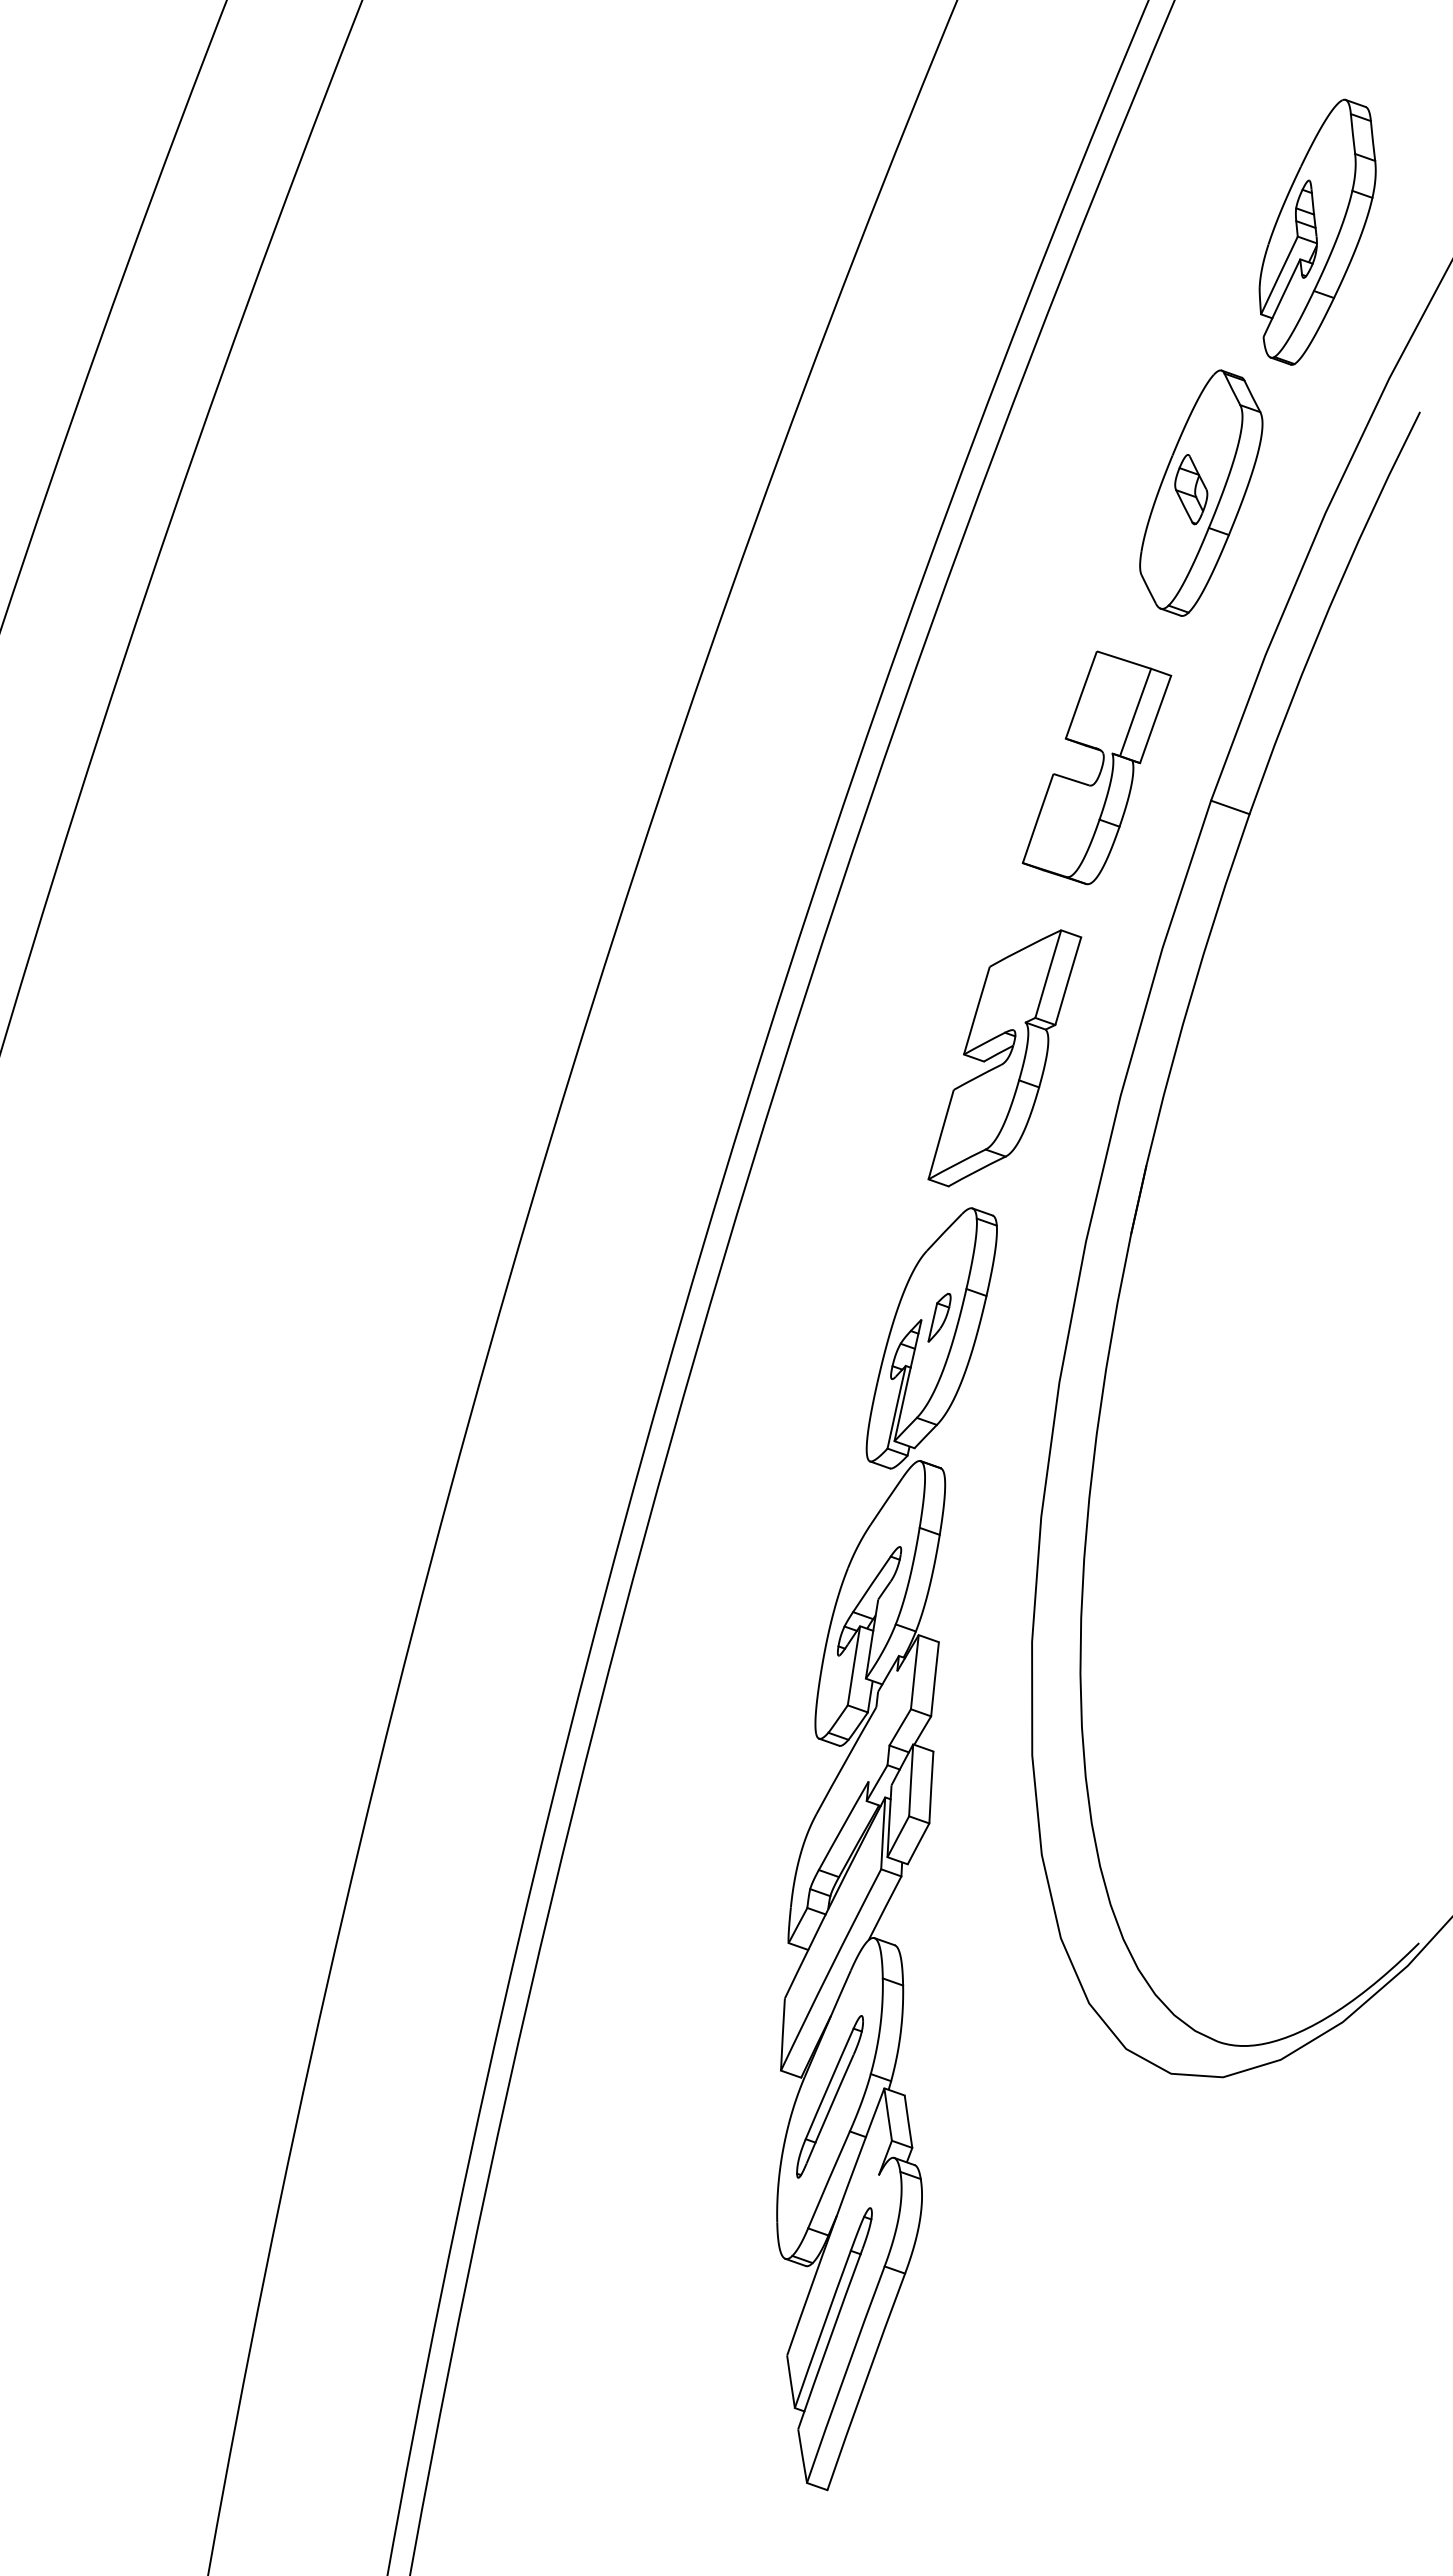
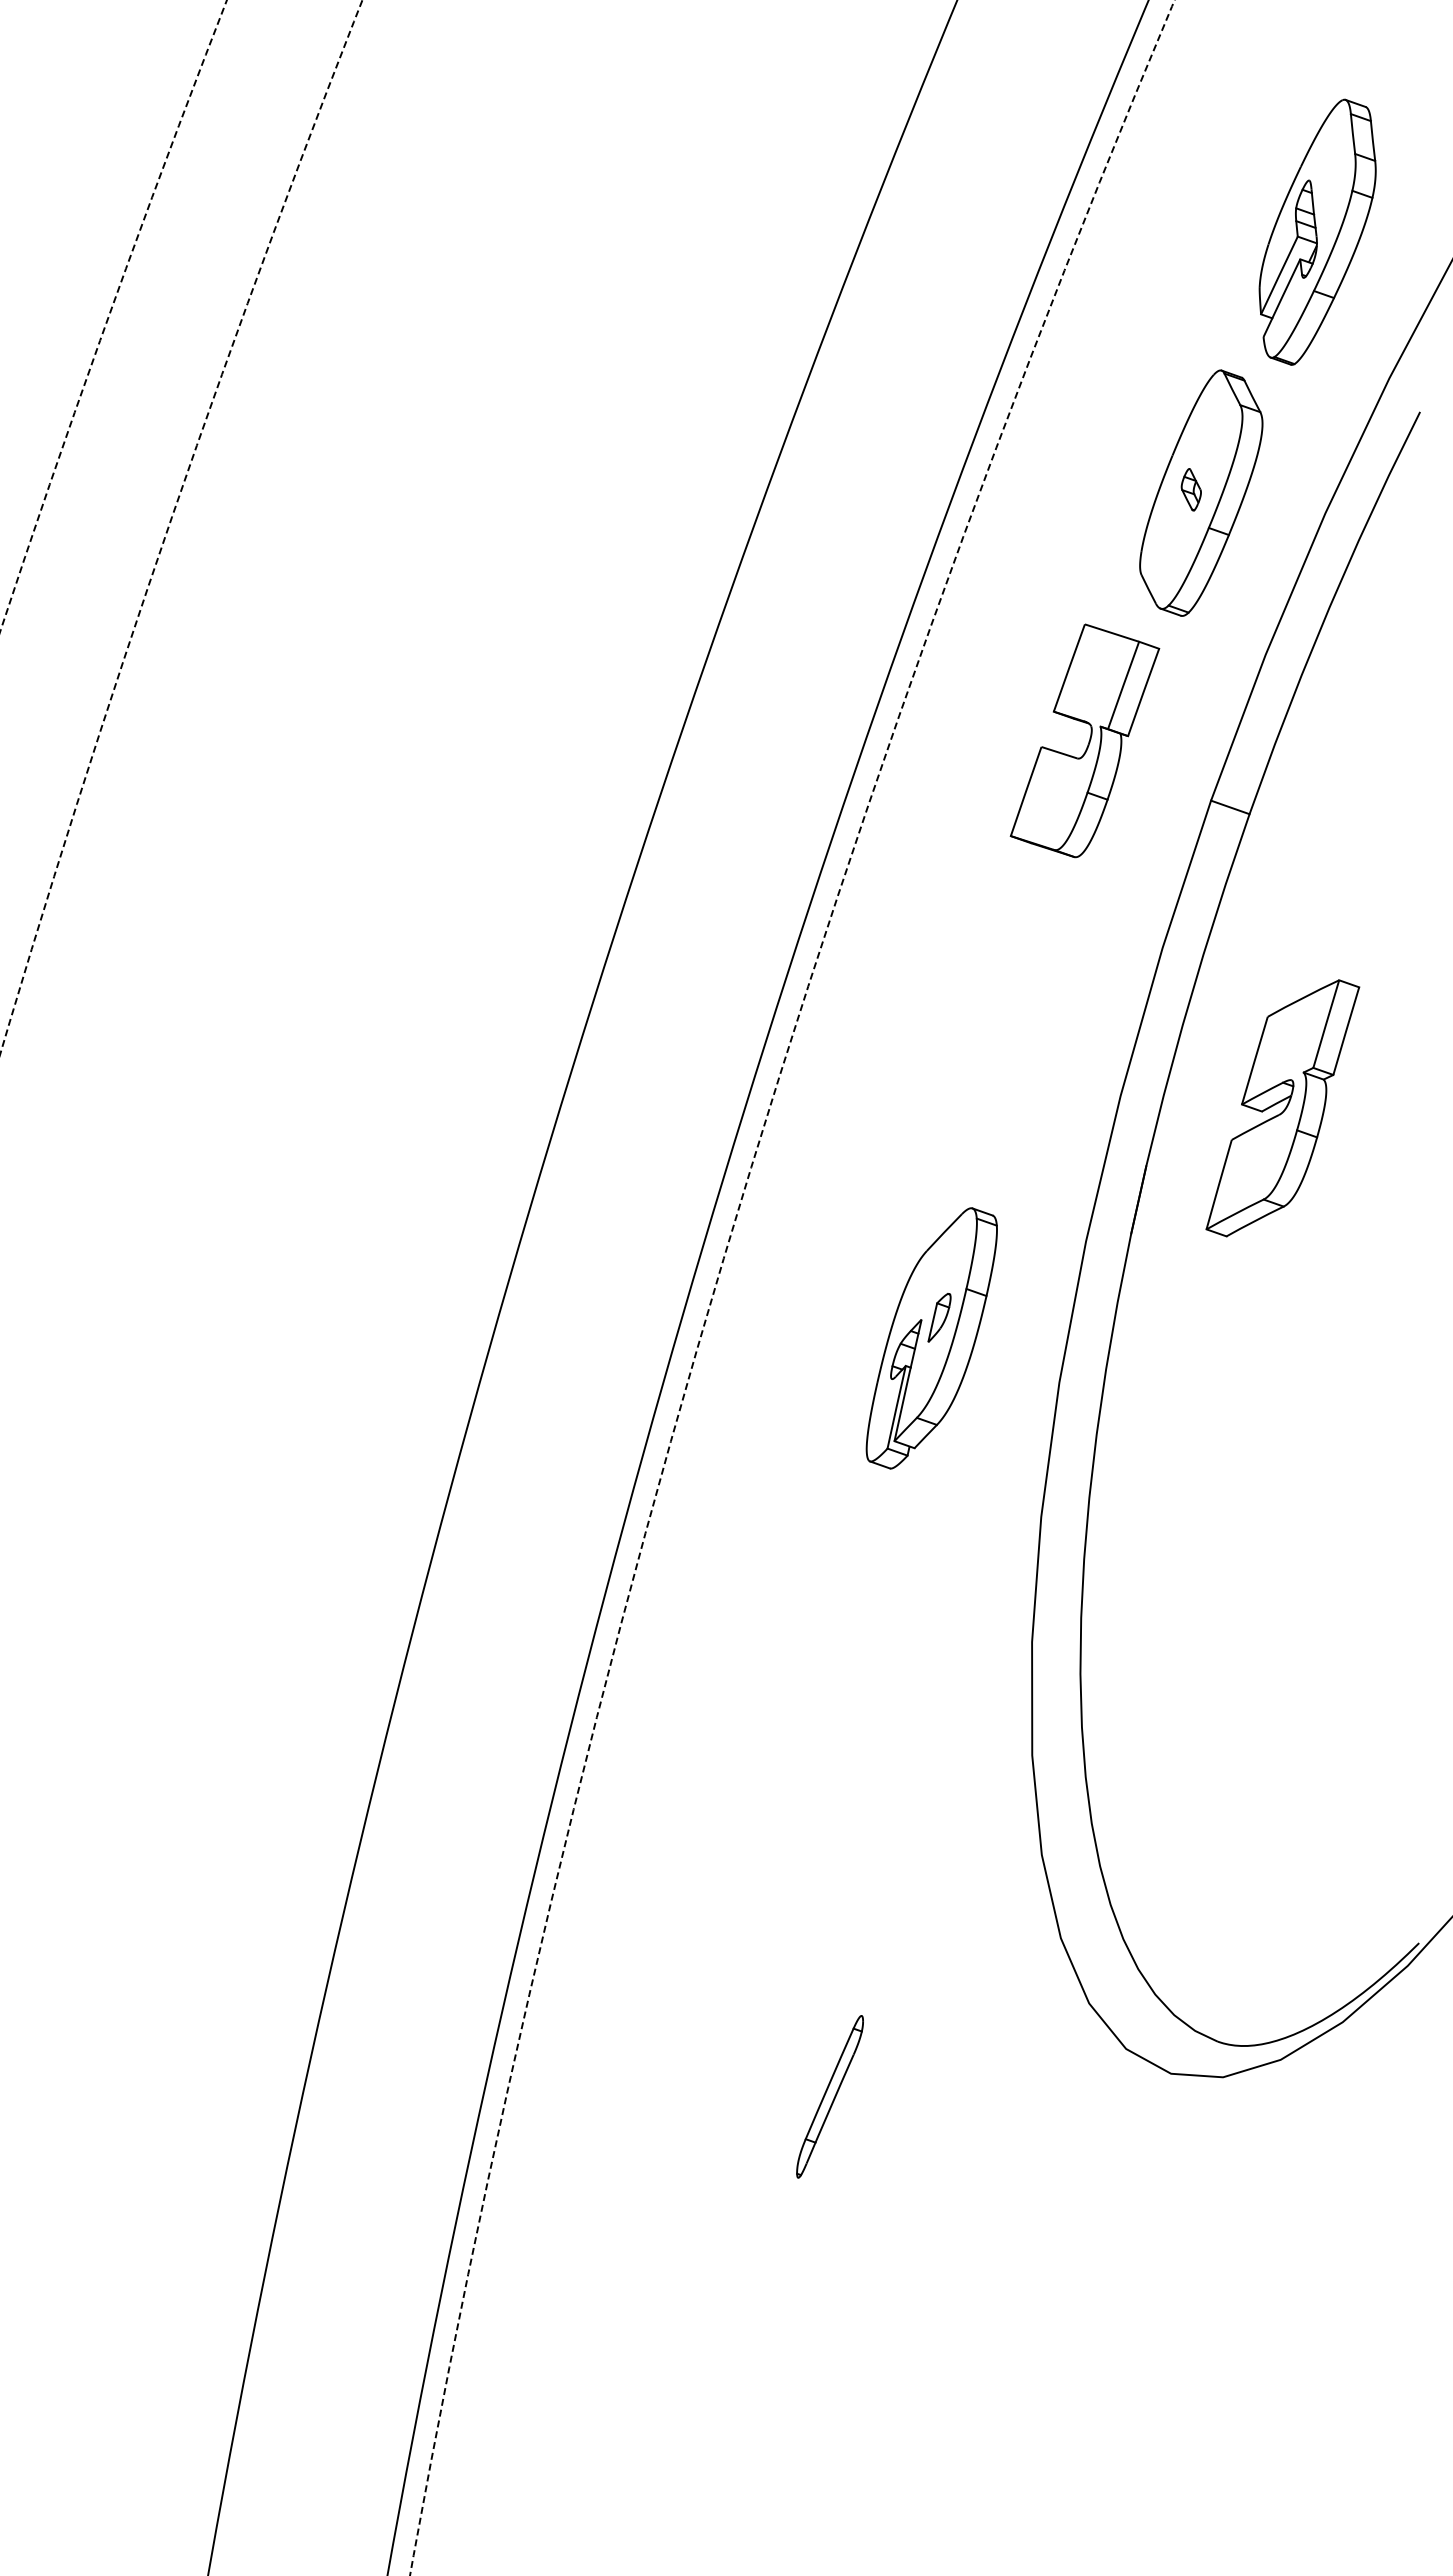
arc at (109, 314): solid -> dashed
part at (1191, 489) size: 35x72 px -> 22x44 px
arc at (169, 524): solid -> dashed
part at (1096, 767) position: (1096, 767) -> (1084, 740)
part at (1004, 1058) position: (1004, 1058) -> (1282, 1108)
arc at (721, 1265): solid -> dashed
part at (861, 1975): present -> none
